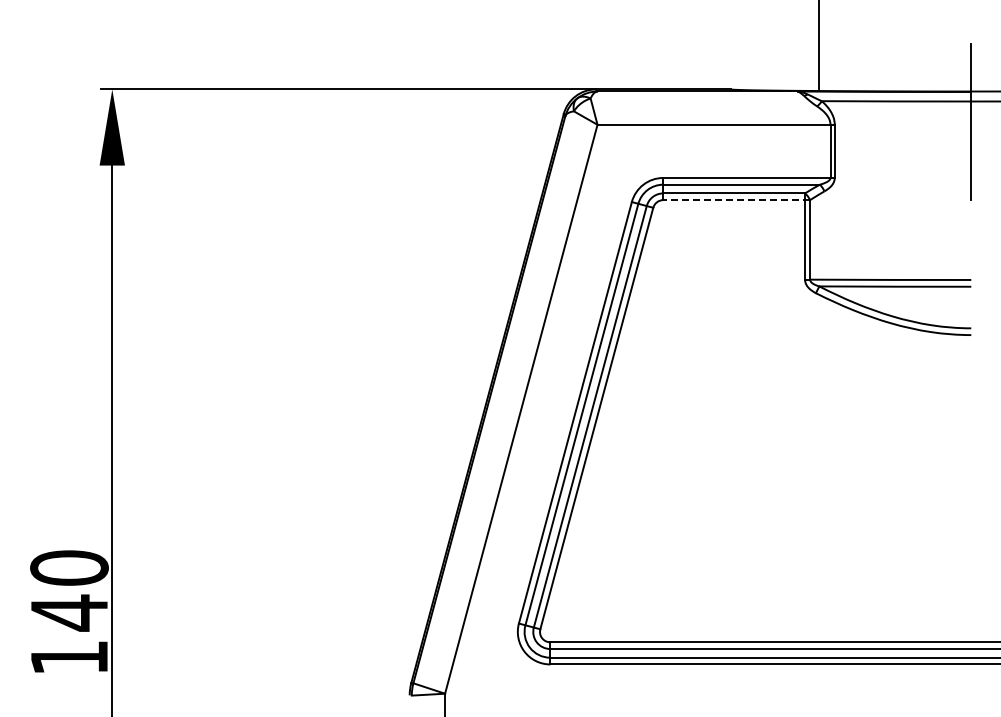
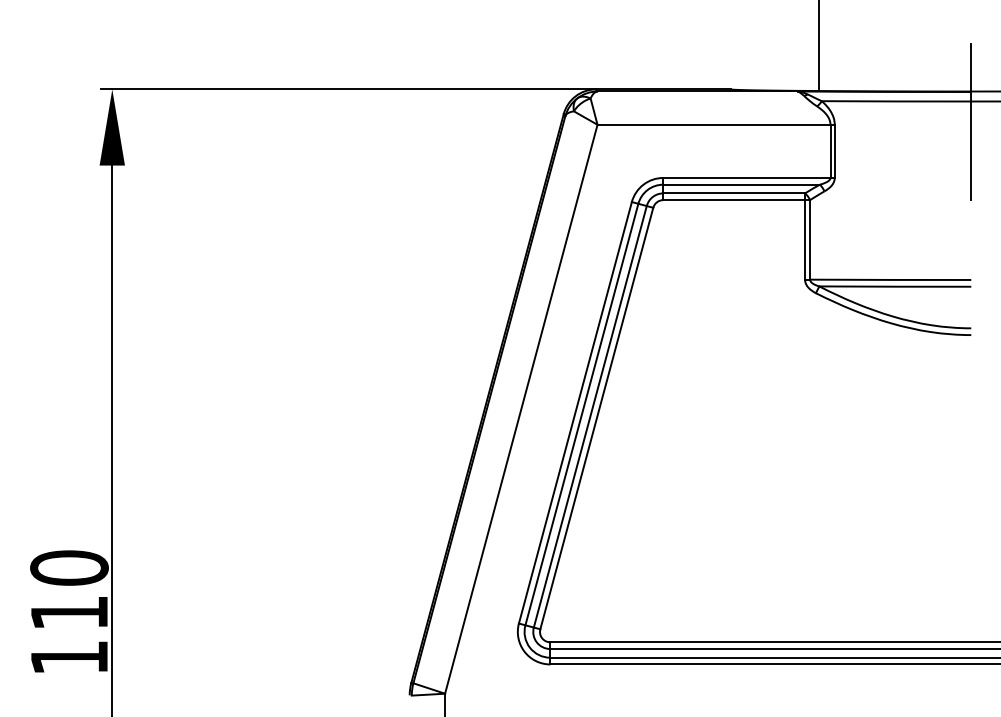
line at (736, 200): dashed -> solid
text at (69, 612): 140 -> 110
